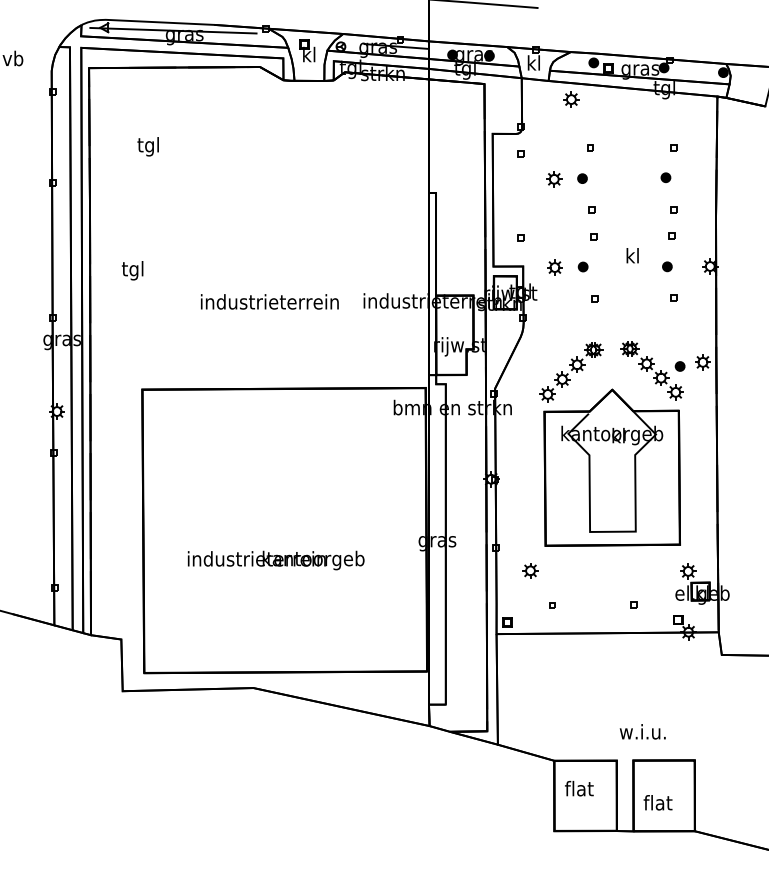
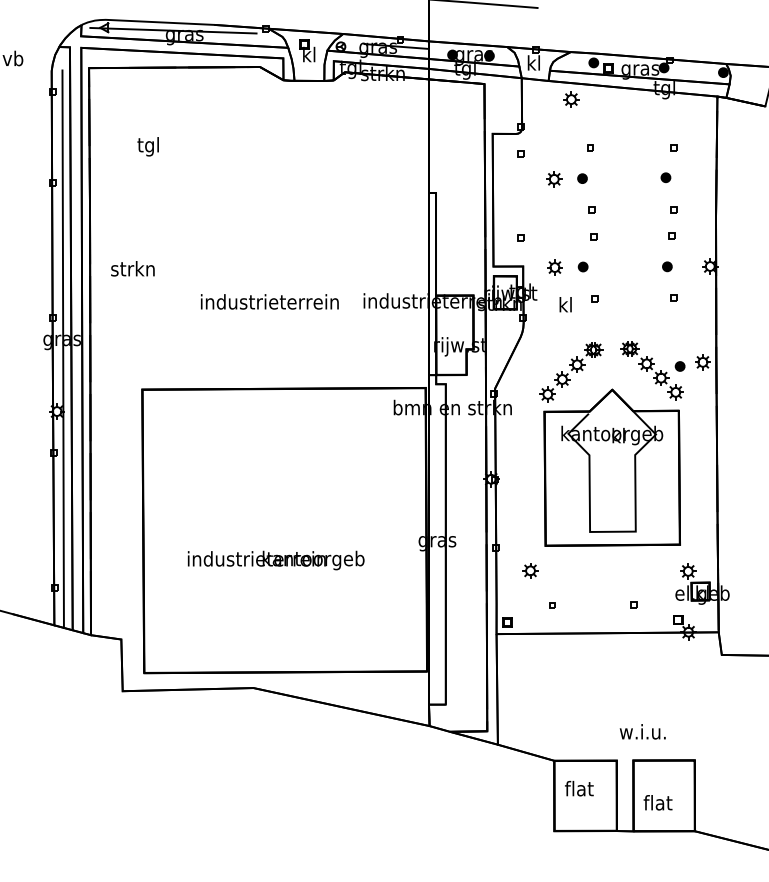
text at (632, 255) position: (632, 255) -> (565, 304)
text at (132, 270): tgl -> strkn
line at (62, 348): none -> present
